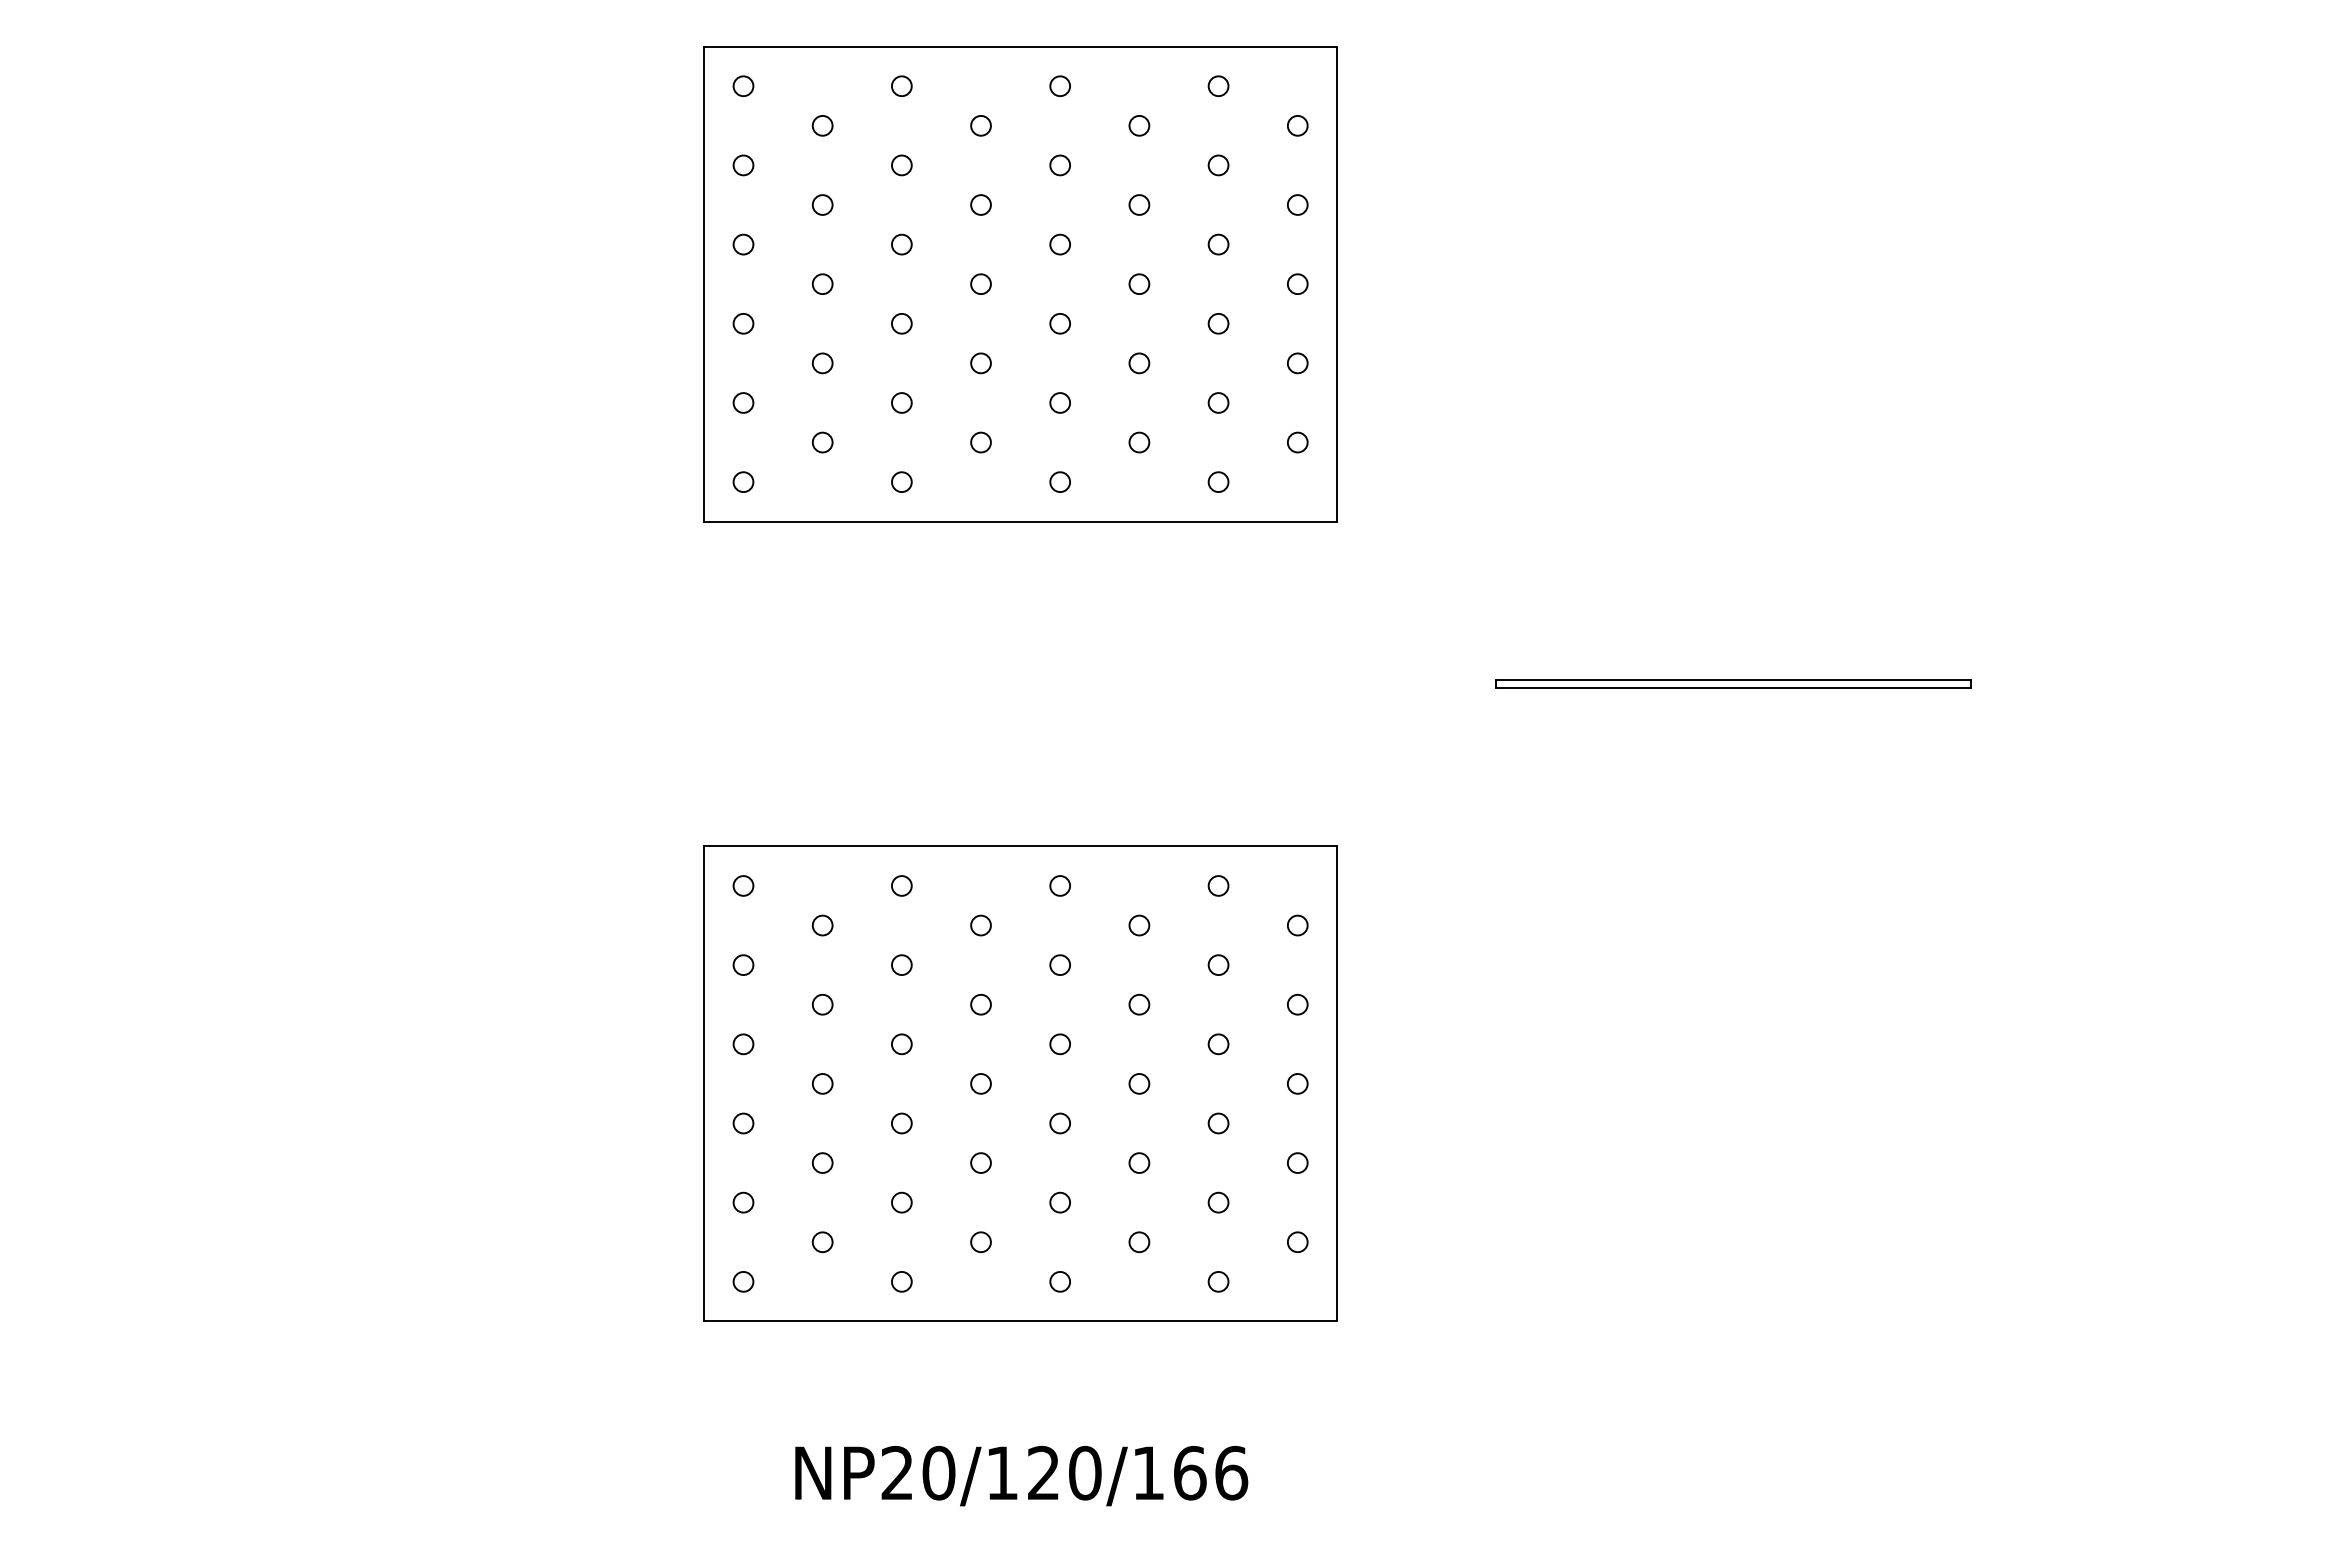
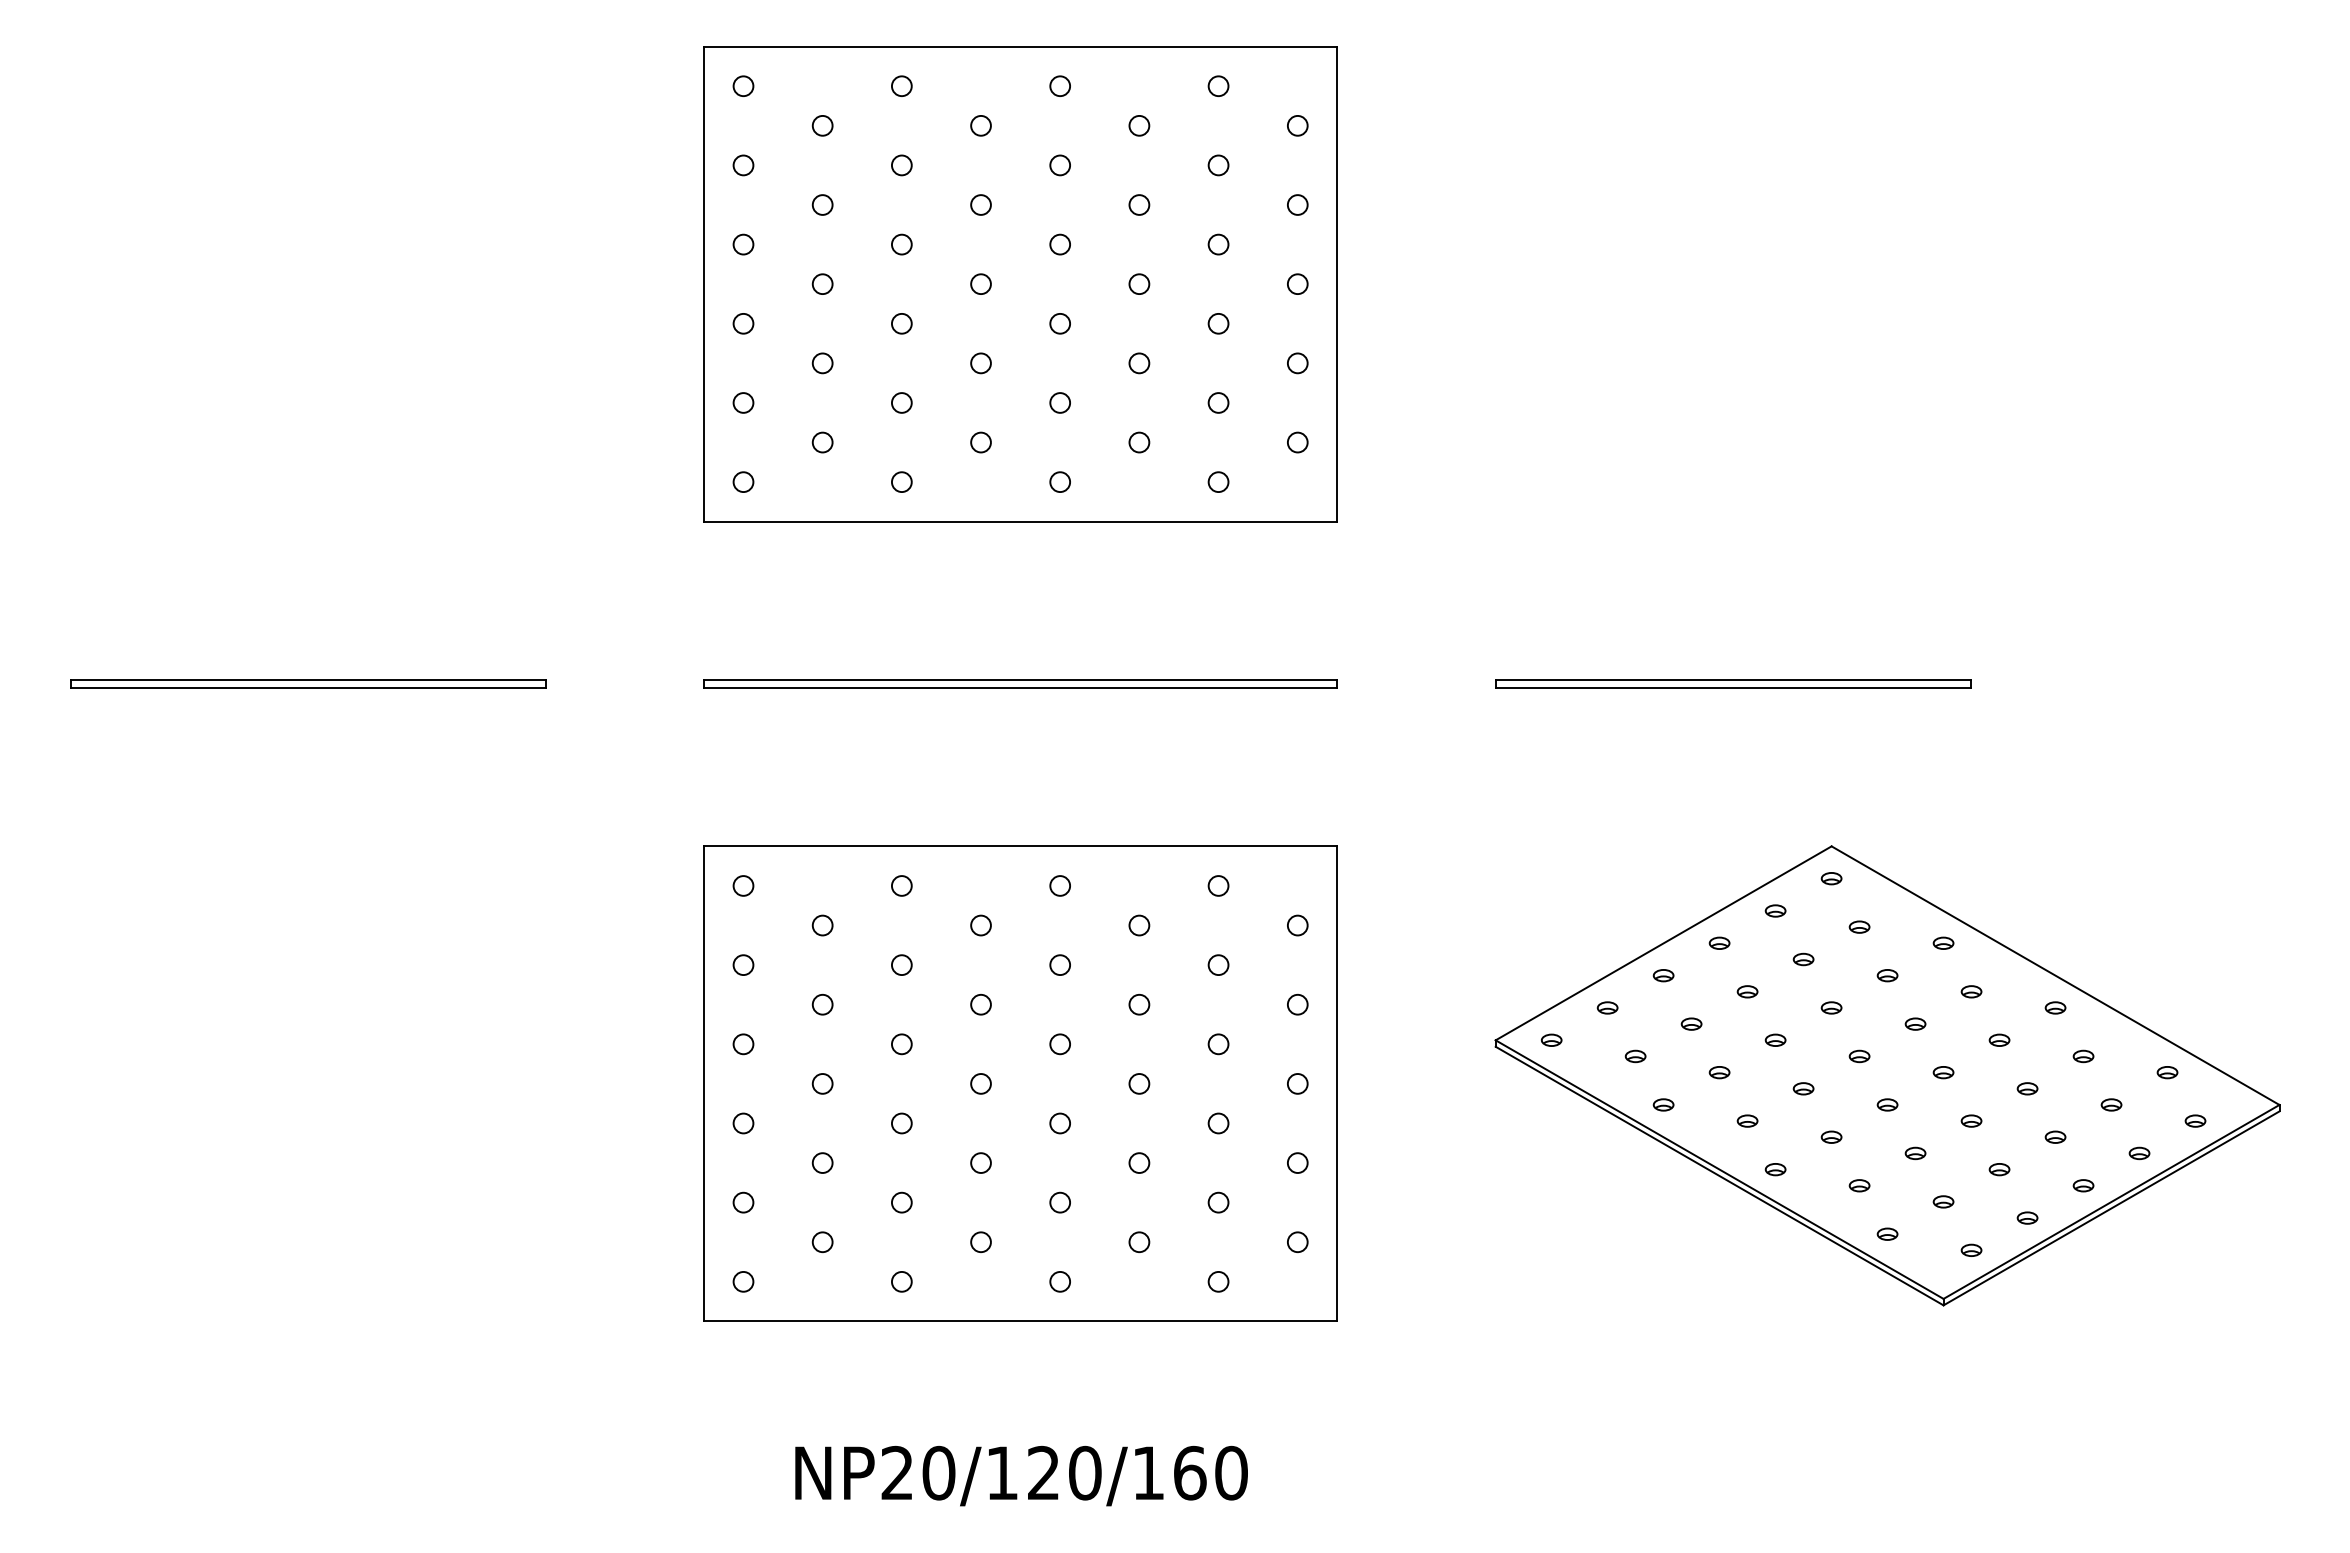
part at (308, 683): none -> present
part at (1020, 683): none -> present
part at (1887, 1075): none -> present
text at (1231, 1472): NP20/120/166 -> NP20/120/160
